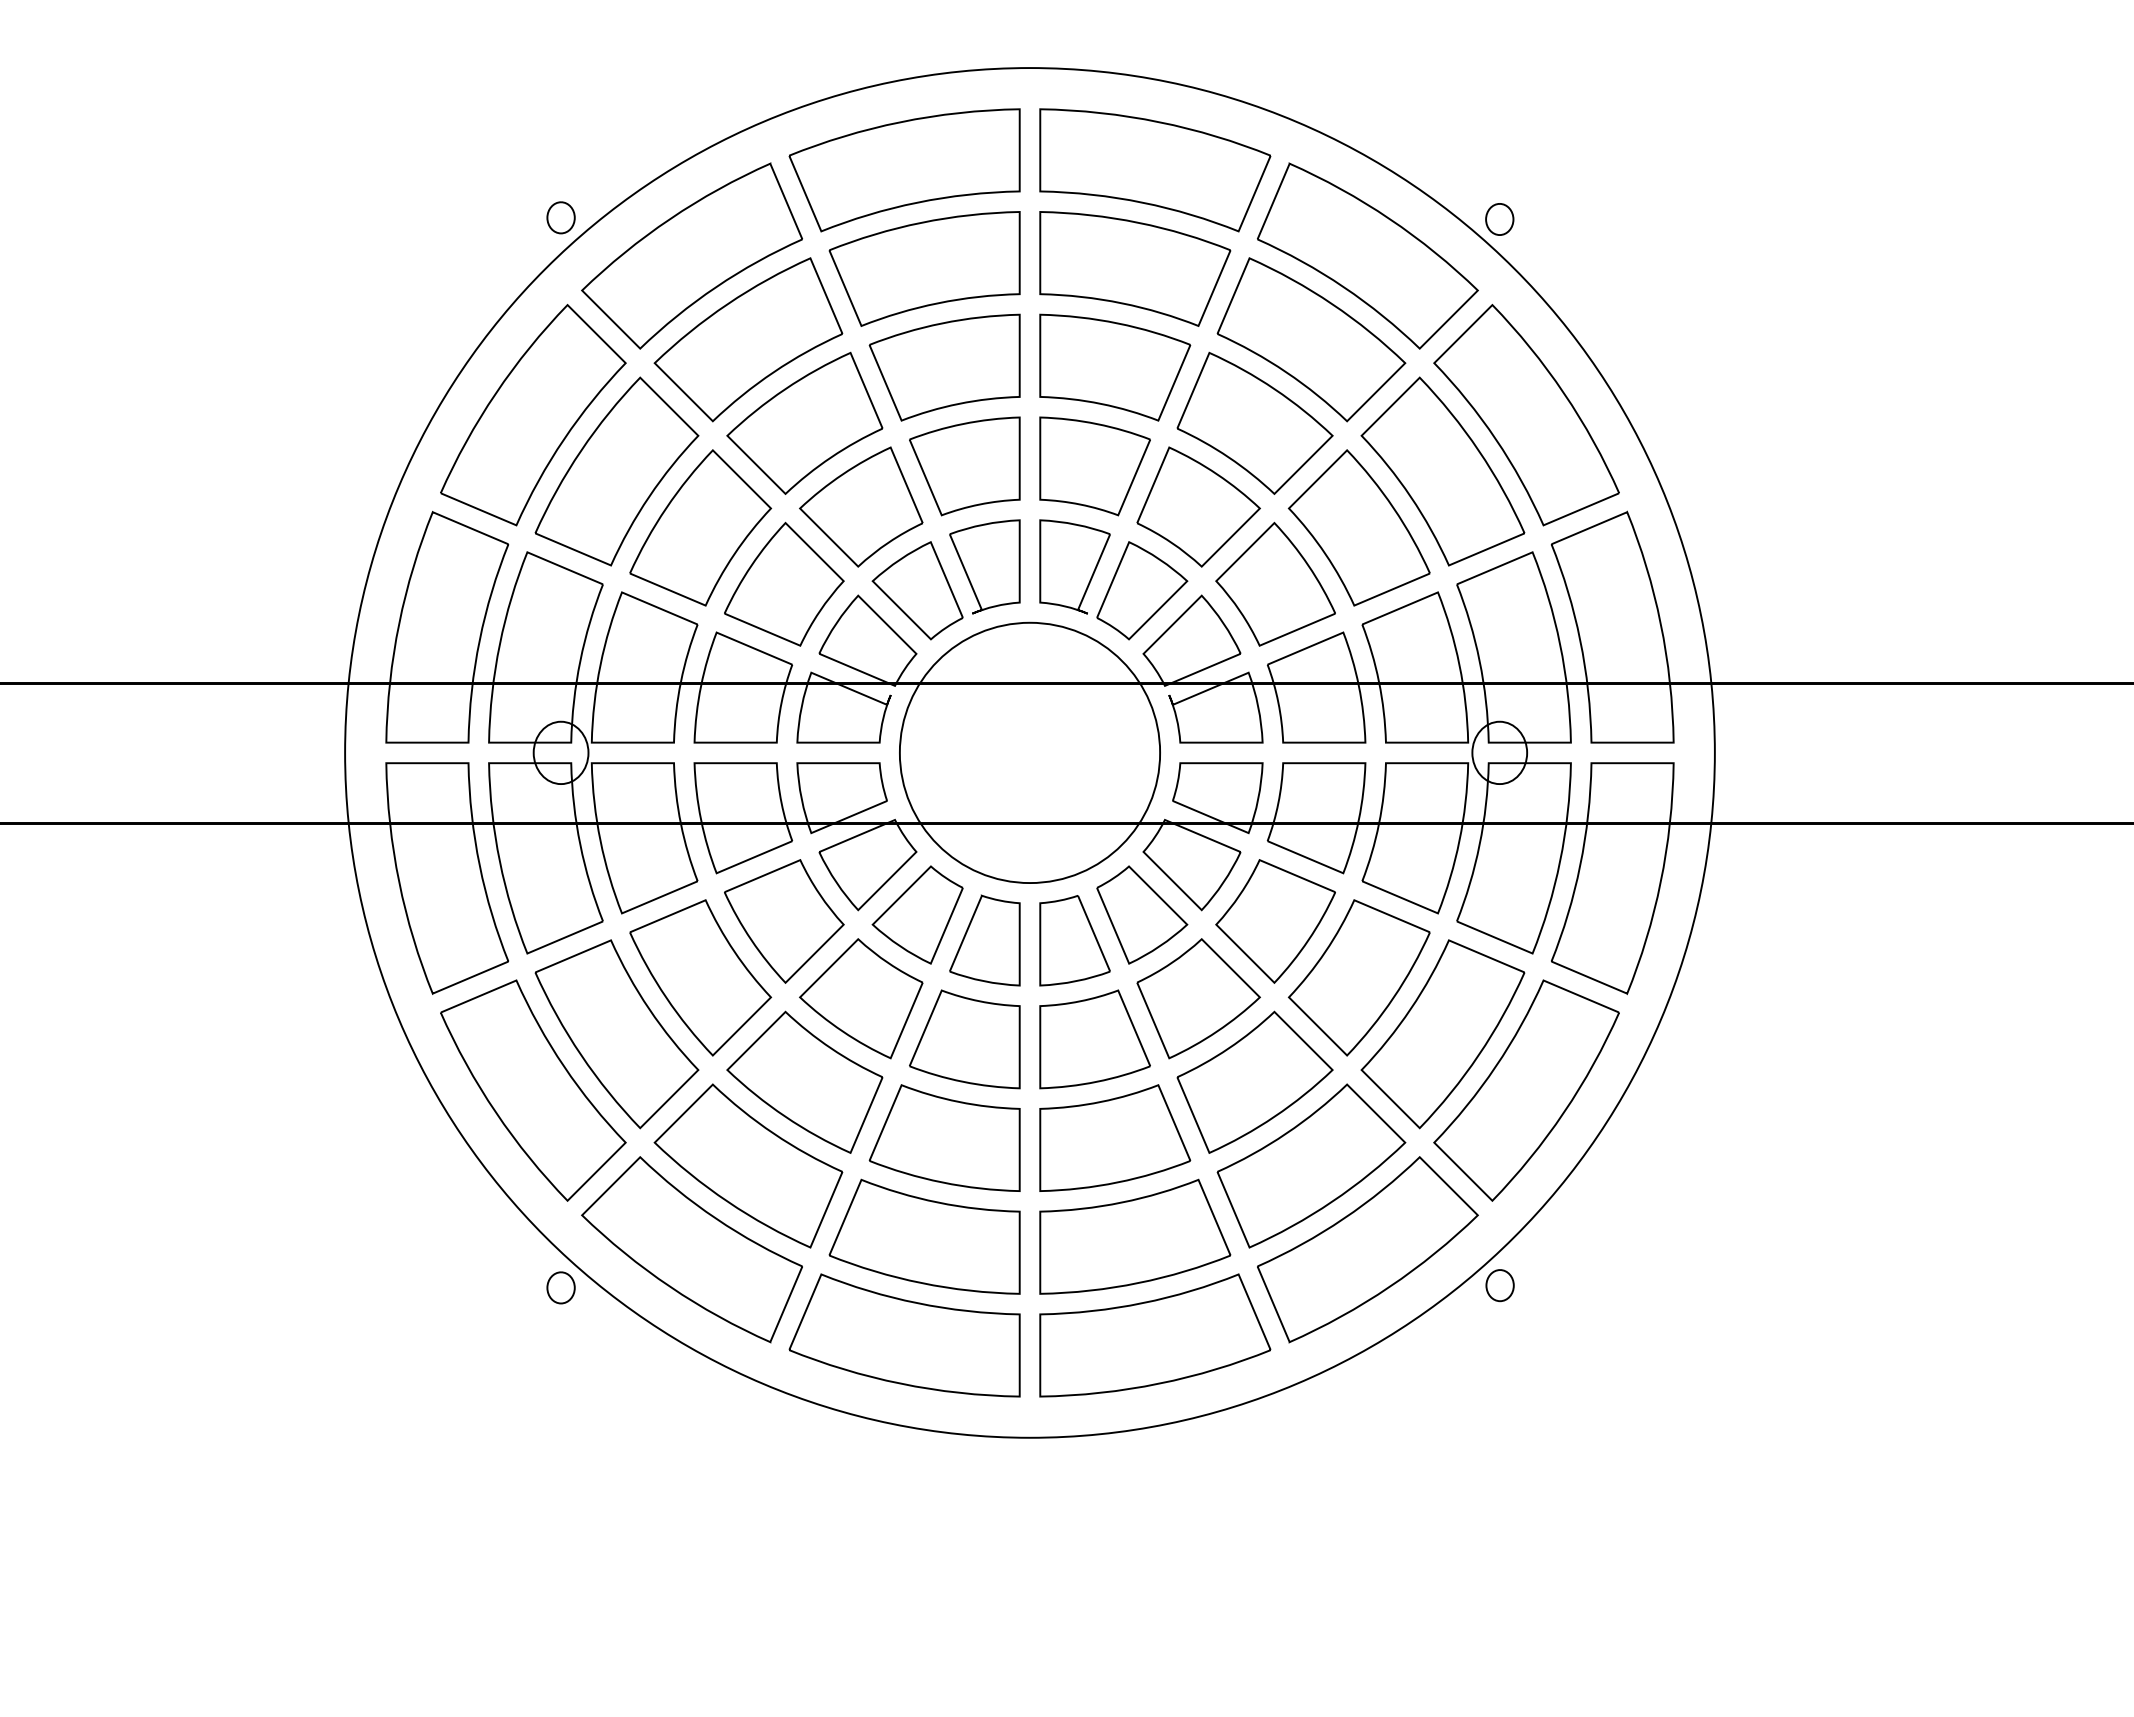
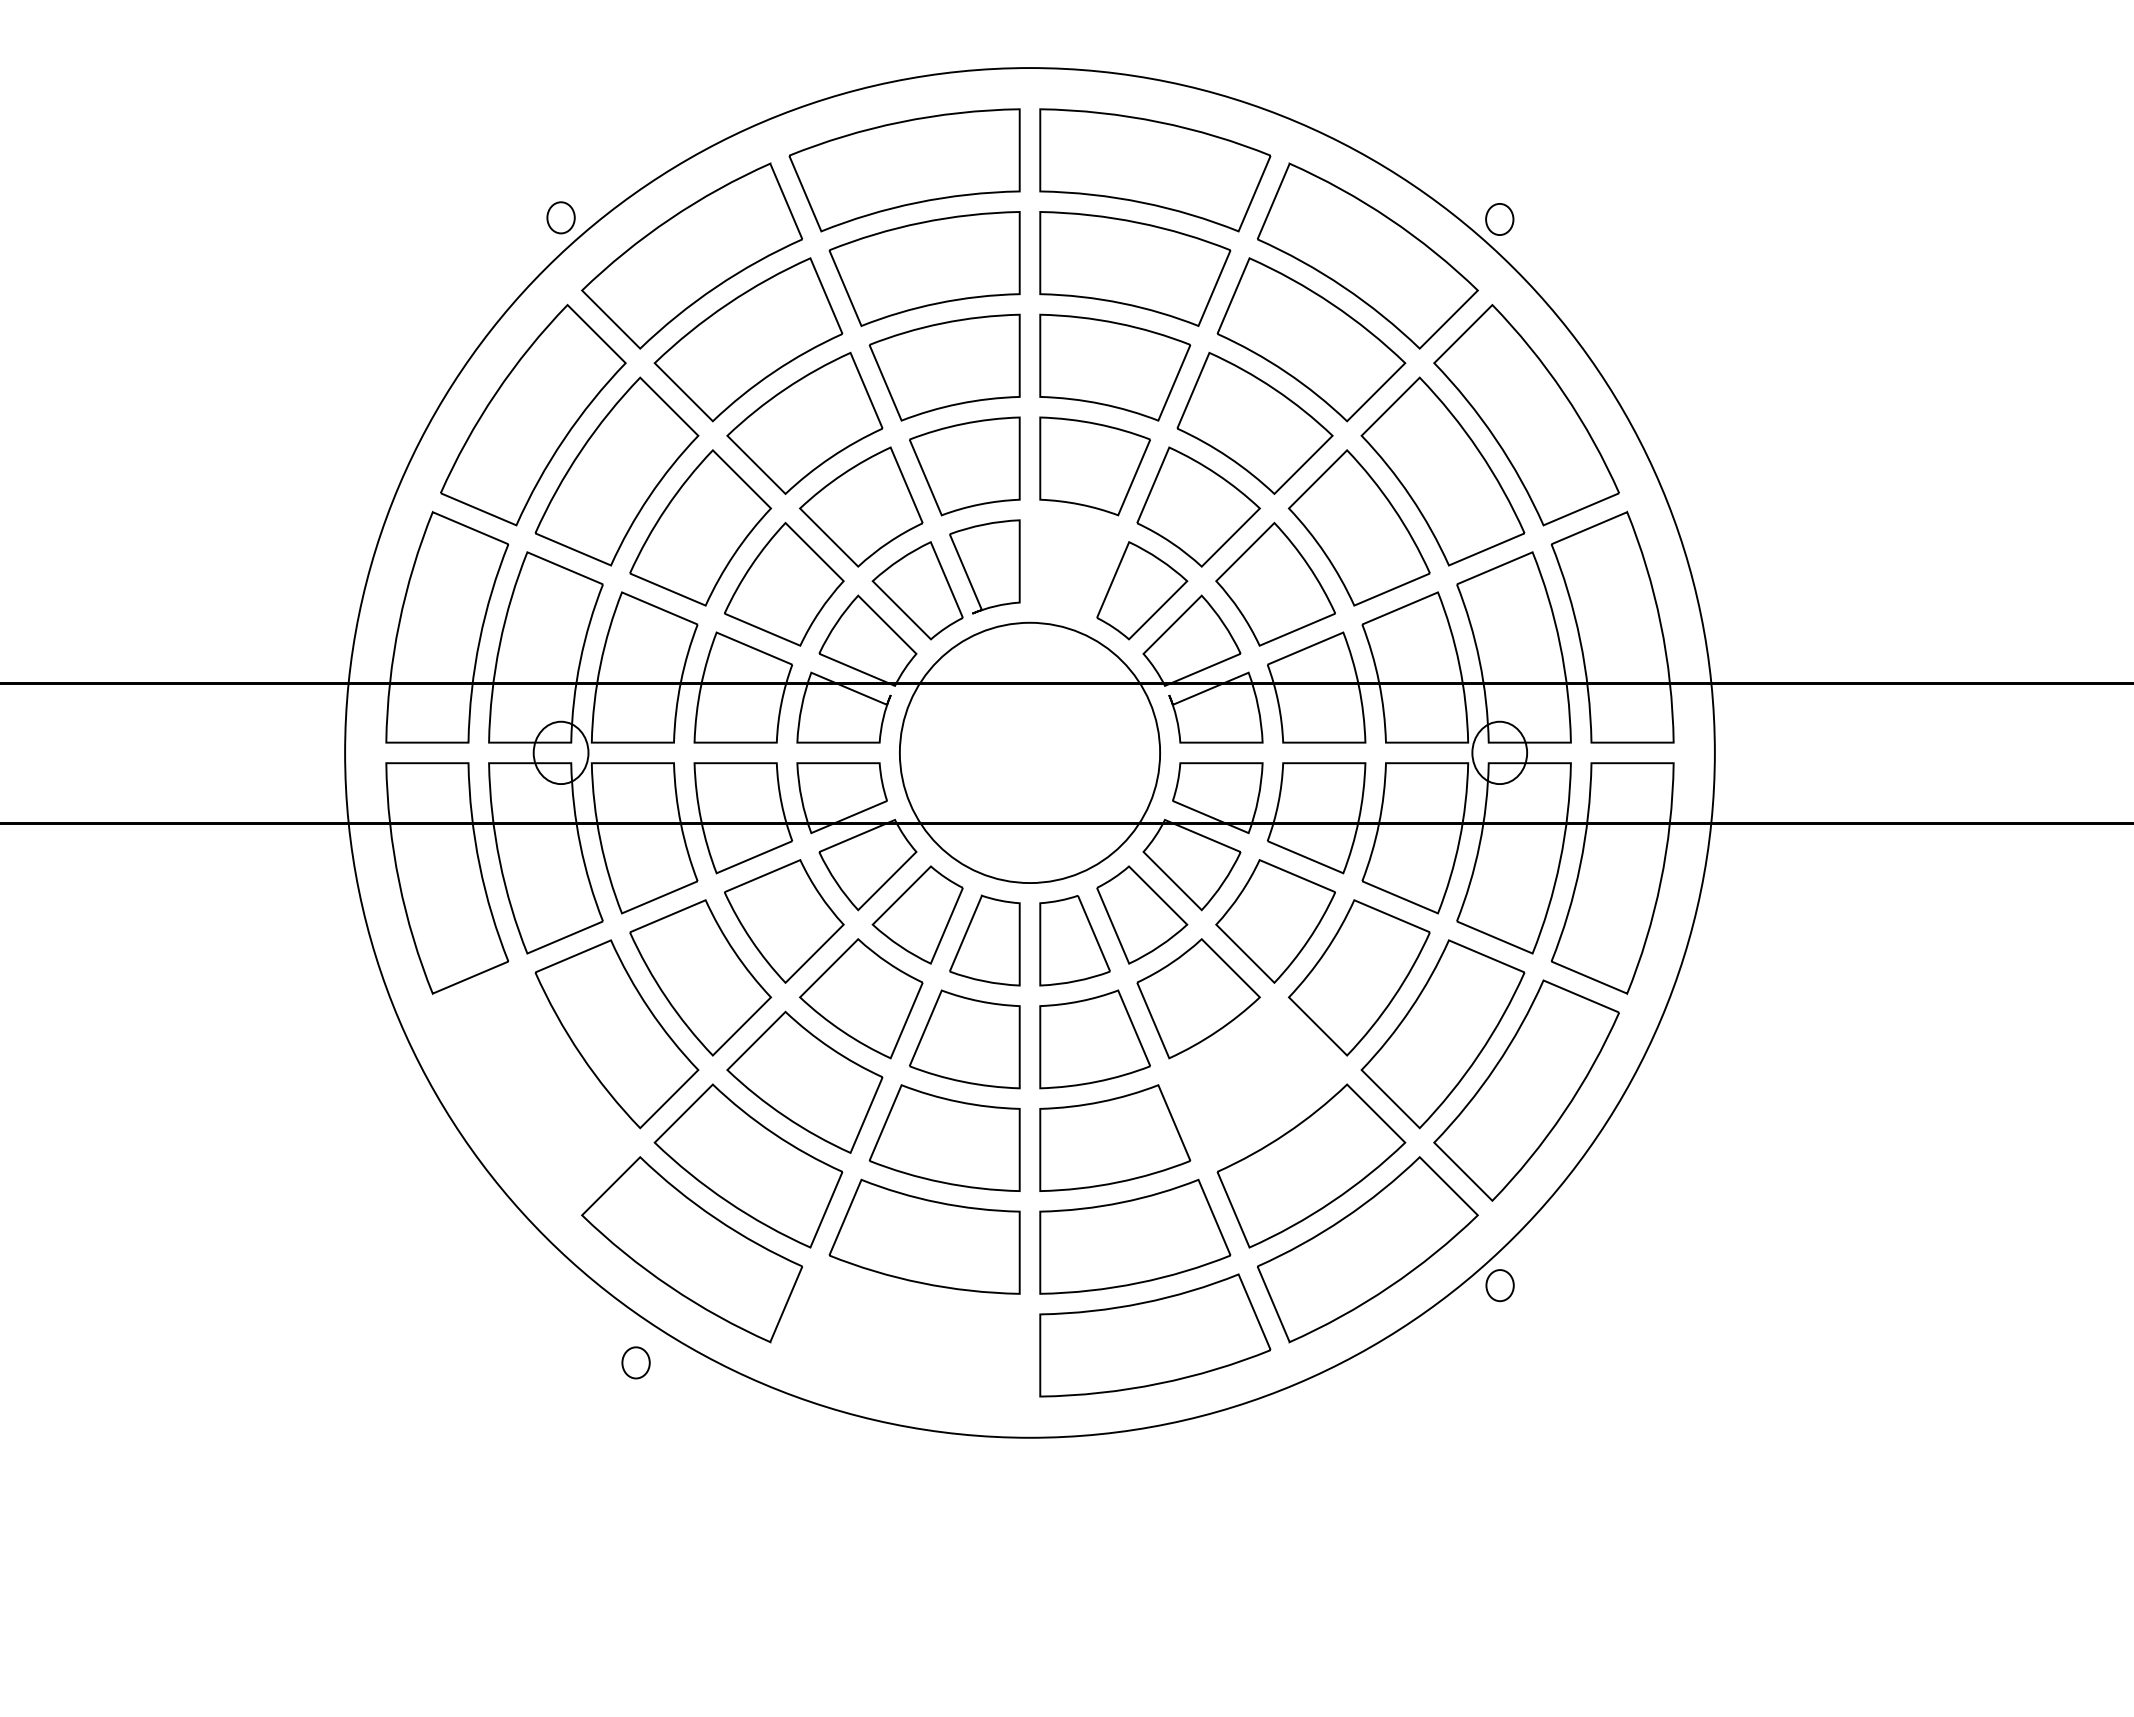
part at (1074, 566): present -> none
part at (1254, 1081): present -> none
part at (533, 1090): present -> none
part at (560, 1287) position: (560, 1287) -> (635, 1362)
part at (904, 1335): present -> none
